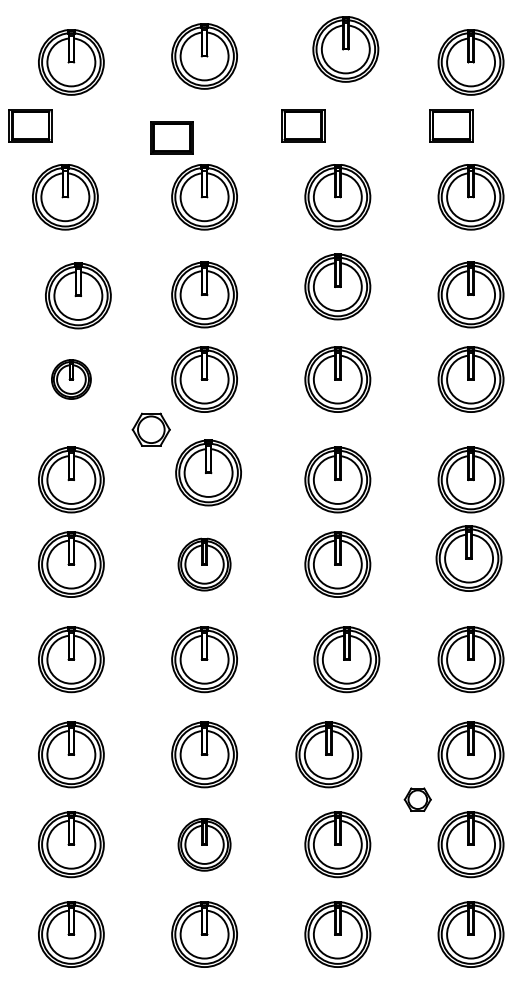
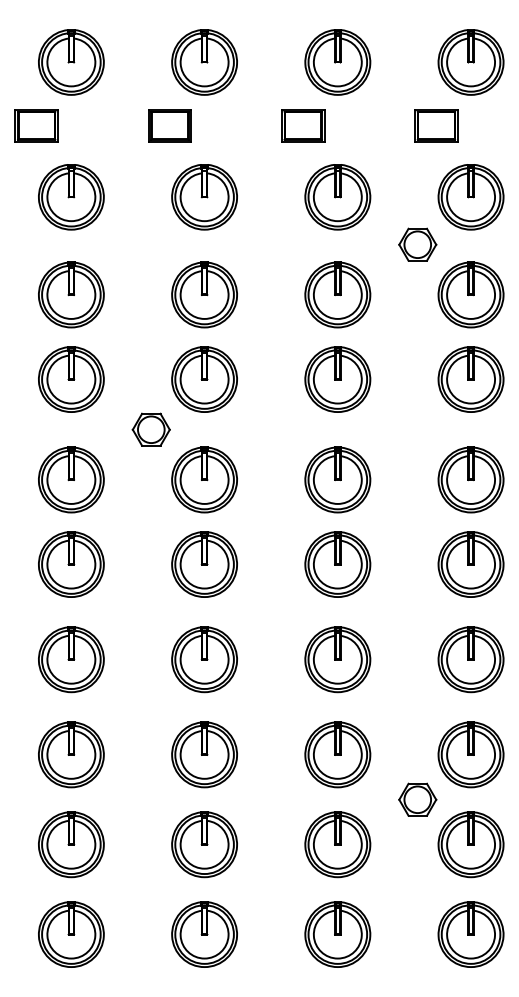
part at (345, 49) position: (345, 49) -> (337, 62)
part at (204, 56) position: (204, 56) -> (204, 62)
part at (30, 125) position: (30, 125) -> (36, 125)
part at (451, 125) position: (451, 125) -> (436, 125)
part at (171, 137) position: (171, 137) -> (169, 125)
part at (65, 197) position: (65, 197) -> (71, 197)
part at (417, 244): none -> present
part at (337, 286) position: (337, 286) -> (337, 294)
part at (78, 295) position: (78, 295) -> (71, 294)
part at (71, 379) size: 41x41 px -> 67x67 px
part at (208, 472) position: (208, 472) -> (204, 479)
part at (468, 558) position: (468, 558) -> (470, 564)
part at (204, 564) size: 55x55 px -> 67x67 px
part at (346, 659) position: (346, 659) -> (337, 659)
part at (328, 754) position: (328, 754) -> (337, 754)
part at (417, 799) size: 29x25 px -> 40x35 px
part at (204, 844) size: 55x54 px -> 67x68 px
